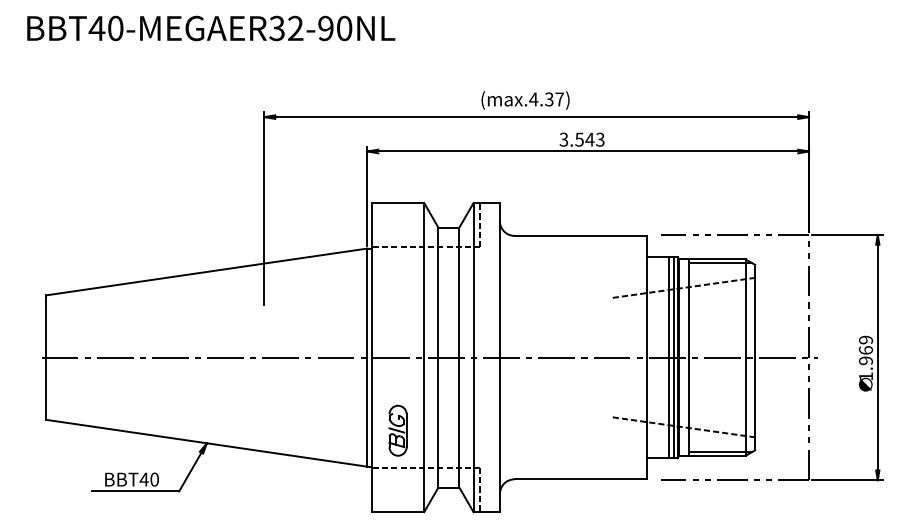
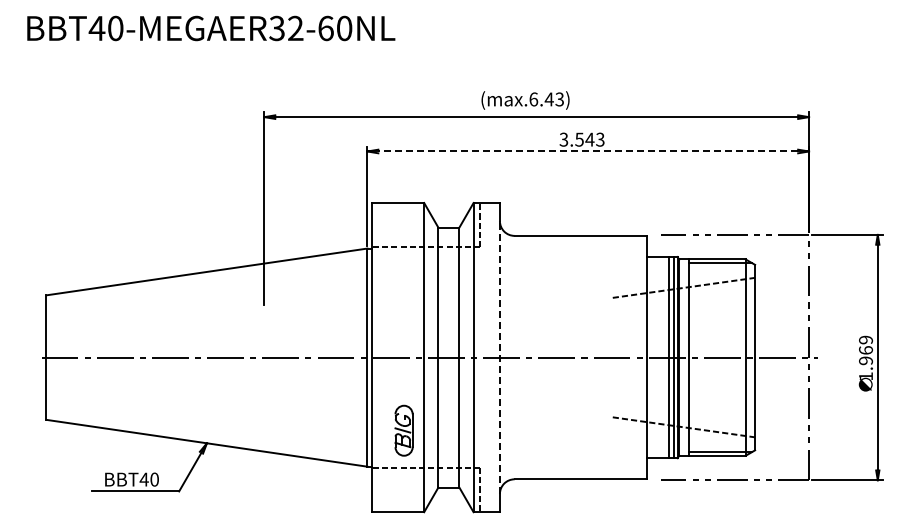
text at (325, 28): BBT40-MEGAER32-90NL -> BBT40-MEGAER32-60NL
text at (546, 99): (max.4.37) -> (max.6.43)
line at (588, 151): solid -> dashed
line at (499, 357): solid -> dashed
part at (397, 430) position: (397, 430) -> (403, 430)
